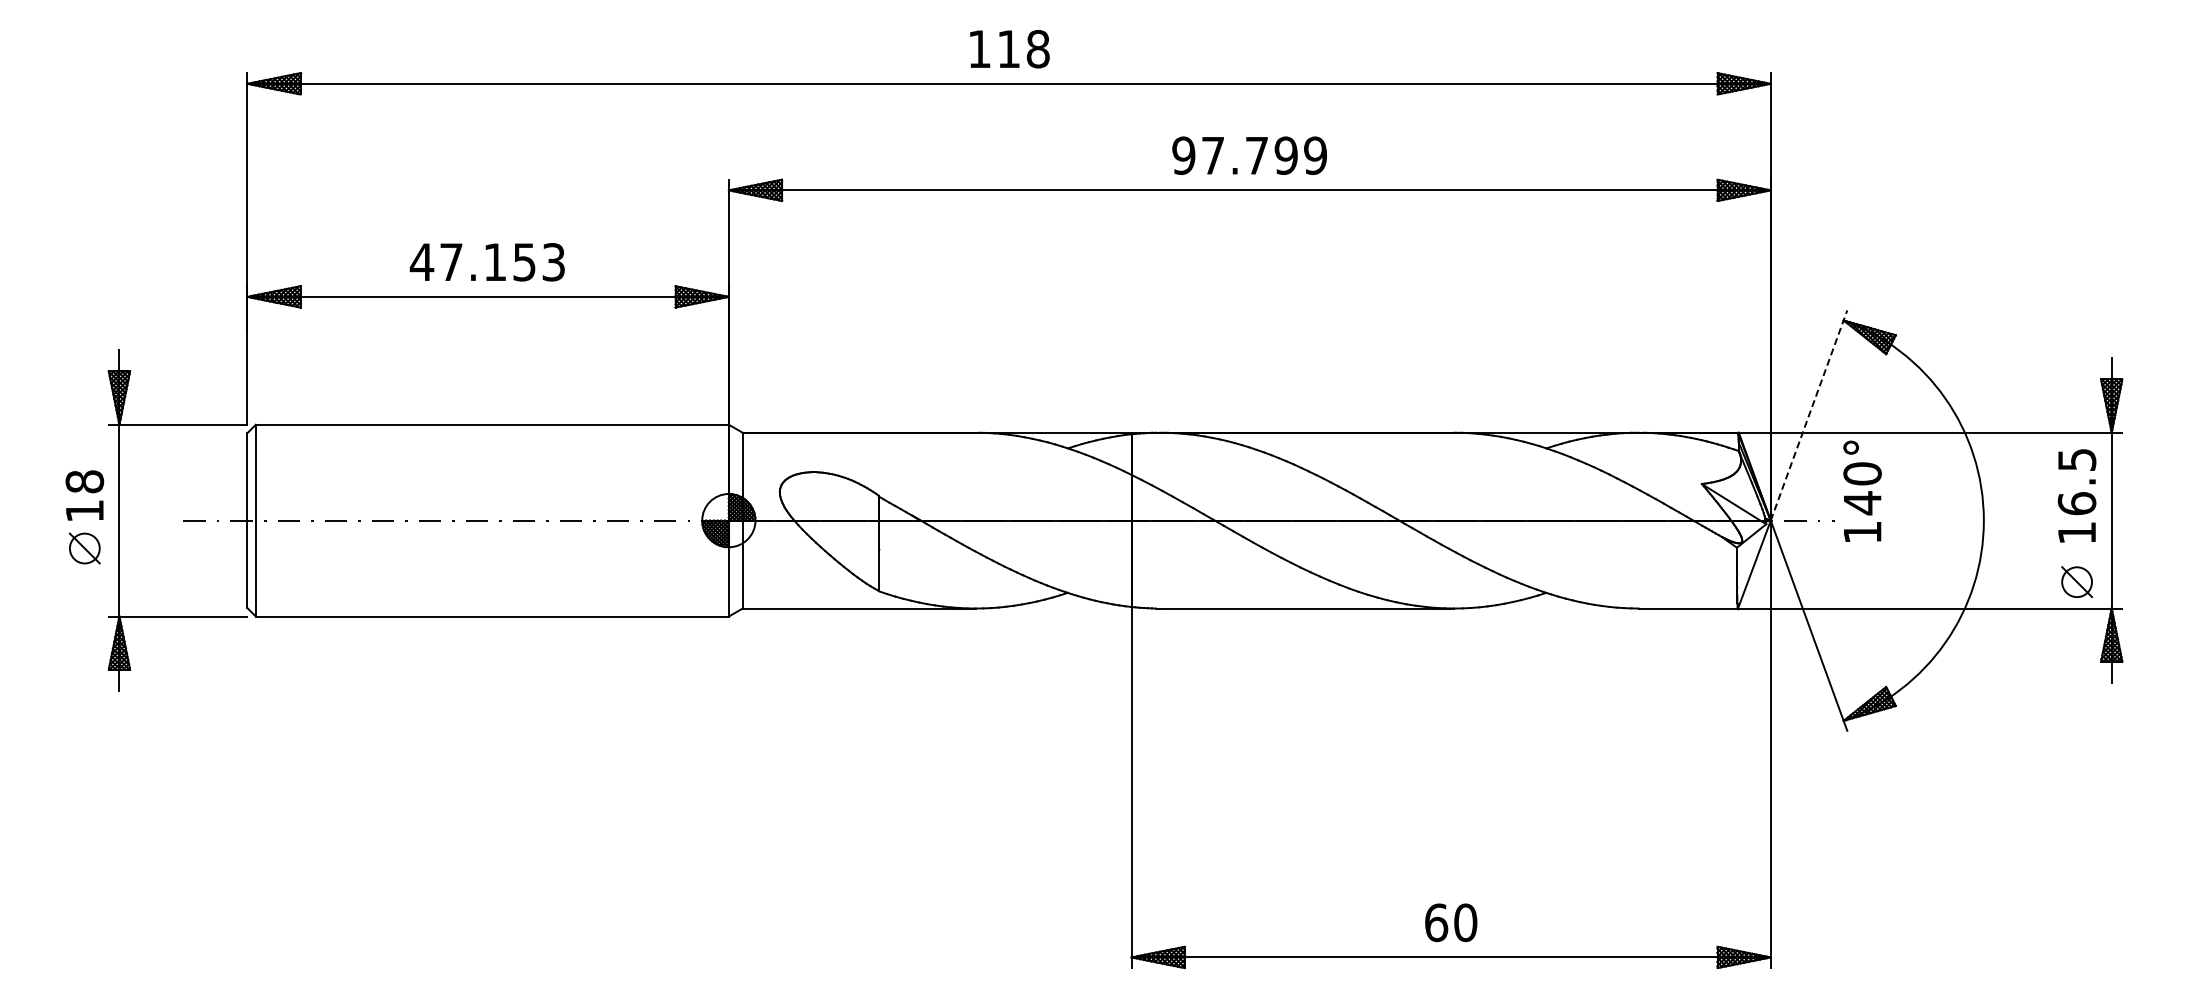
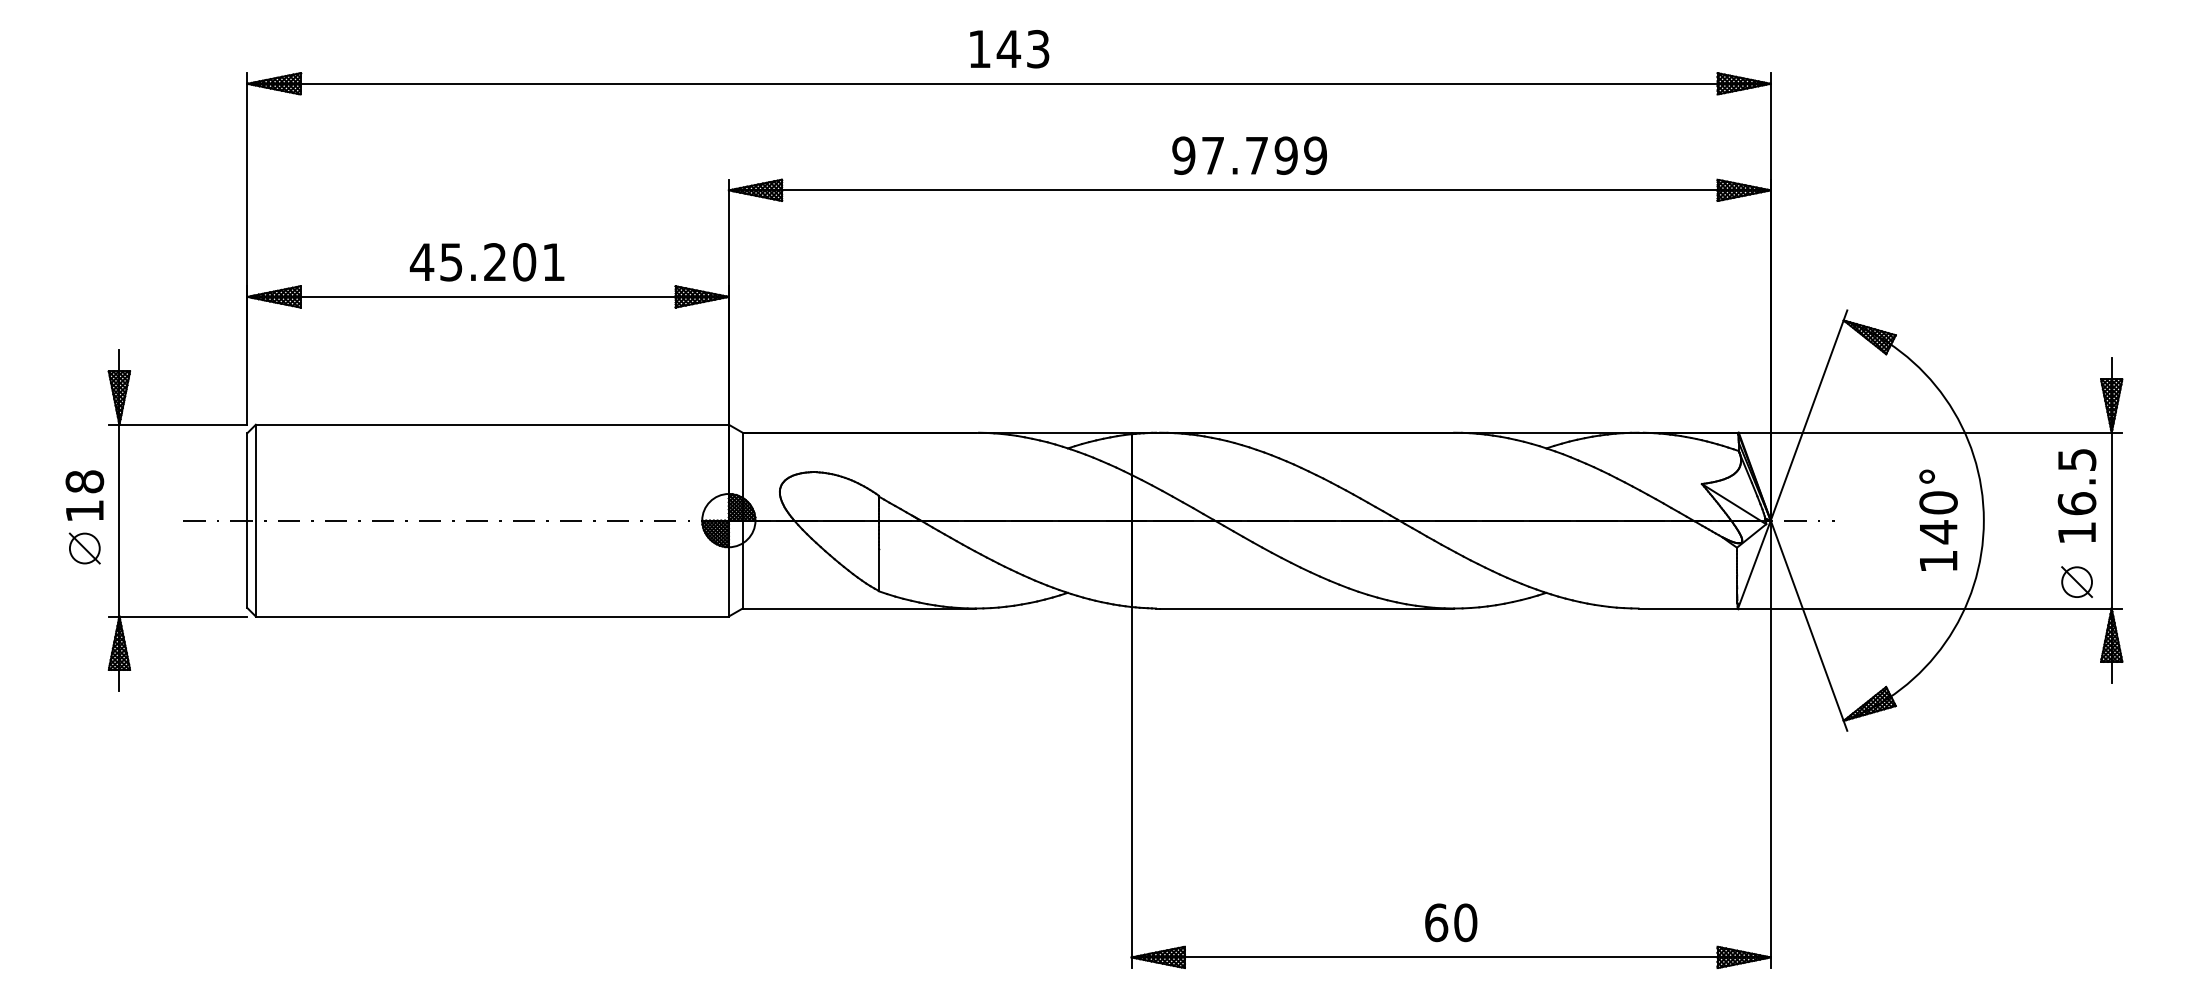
text at (1022, 49): 118 -> 143
text at (502, 262): 47.153 -> 45.201
line at (1809, 415): dashed -> solid
text at (1862, 490) position: (1862, 490) -> (1938, 519)
